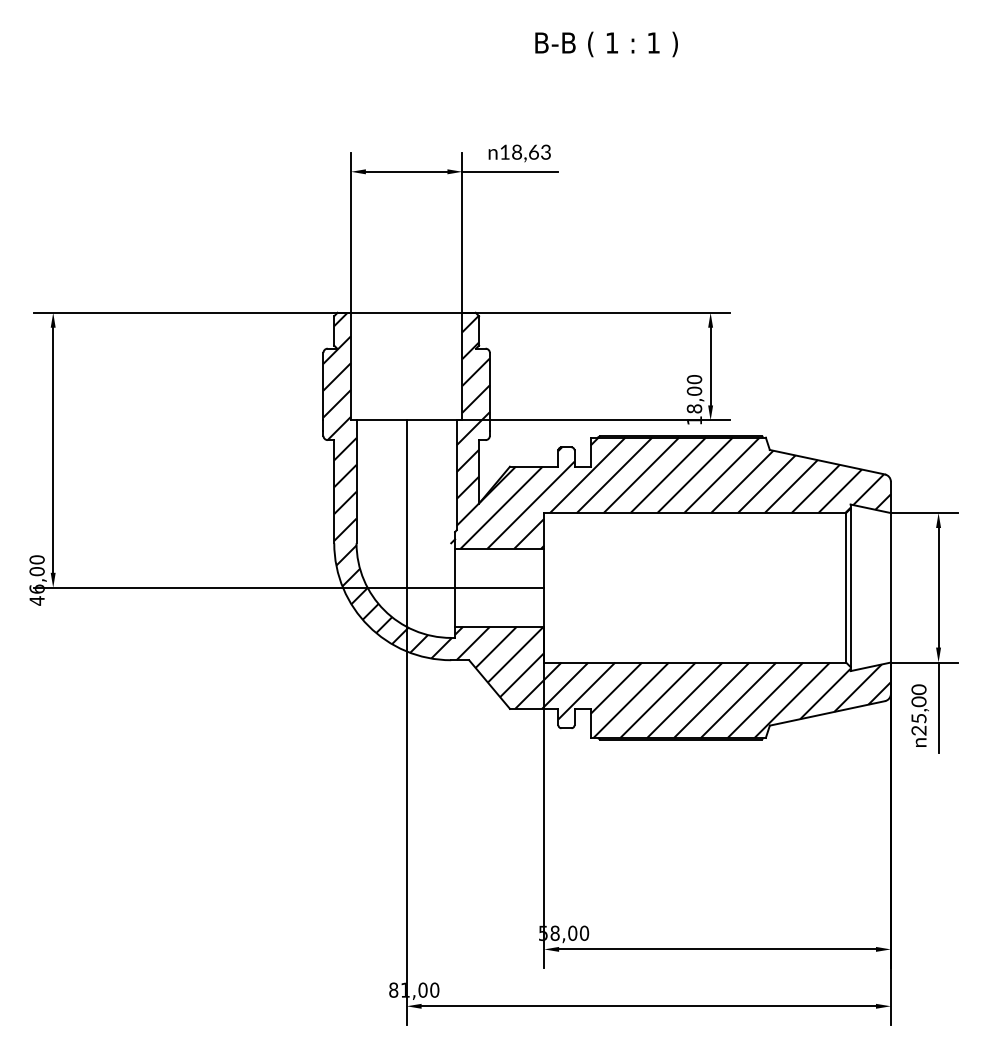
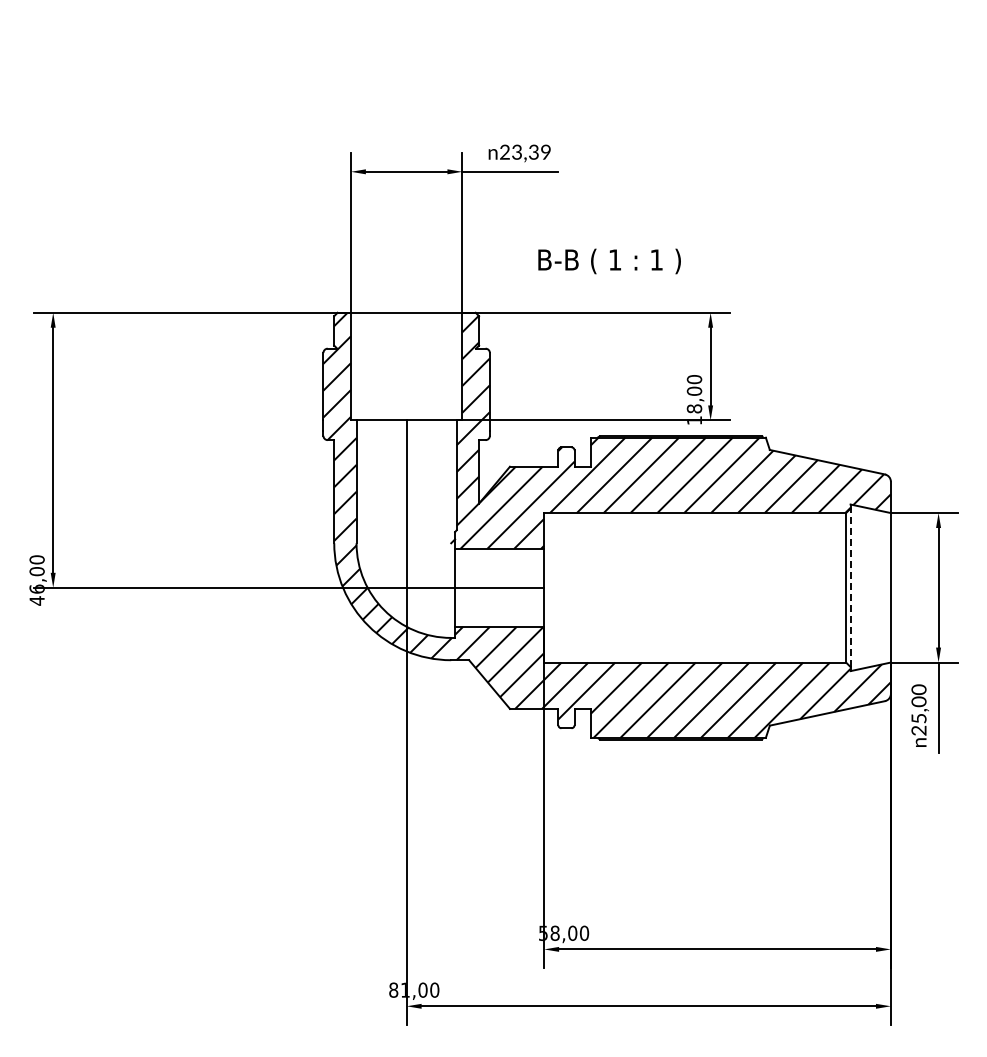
text at (606, 44) position: (606, 44) -> (609, 261)
text at (525, 151): 18,63 -> 23,39
line at (850, 587): solid -> dashed
